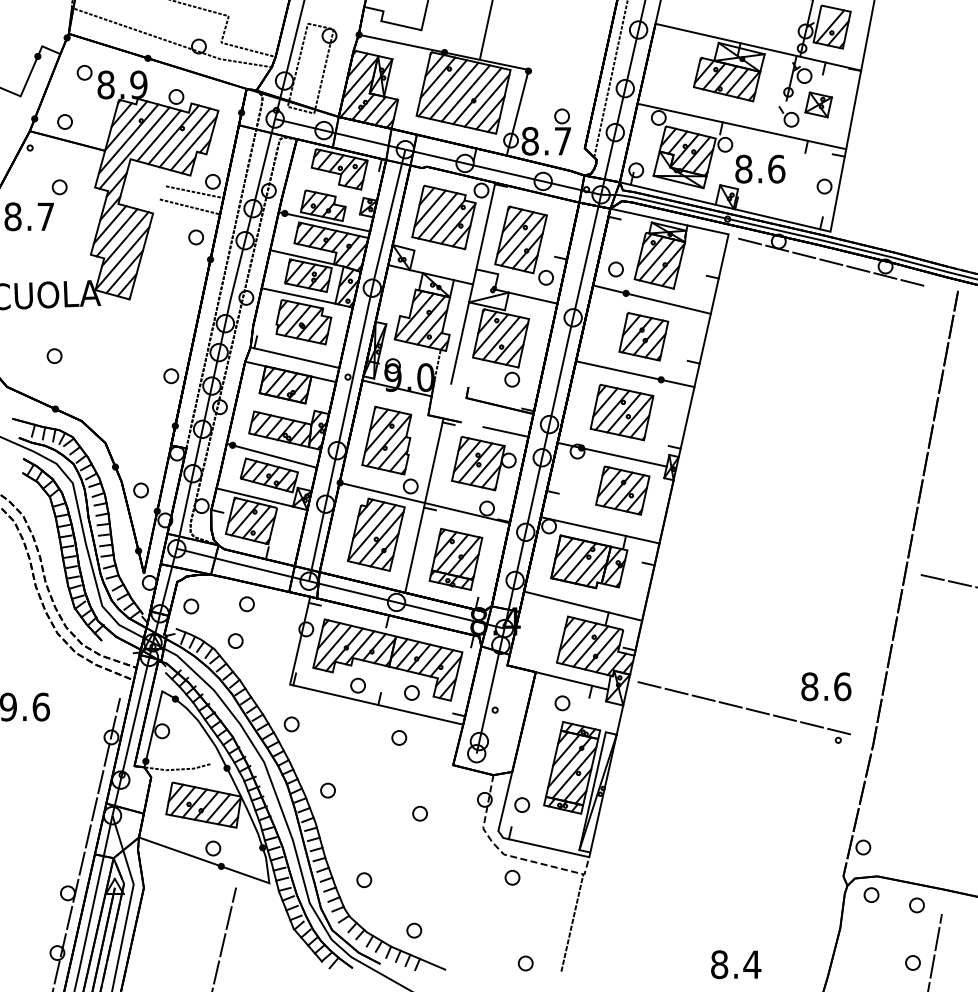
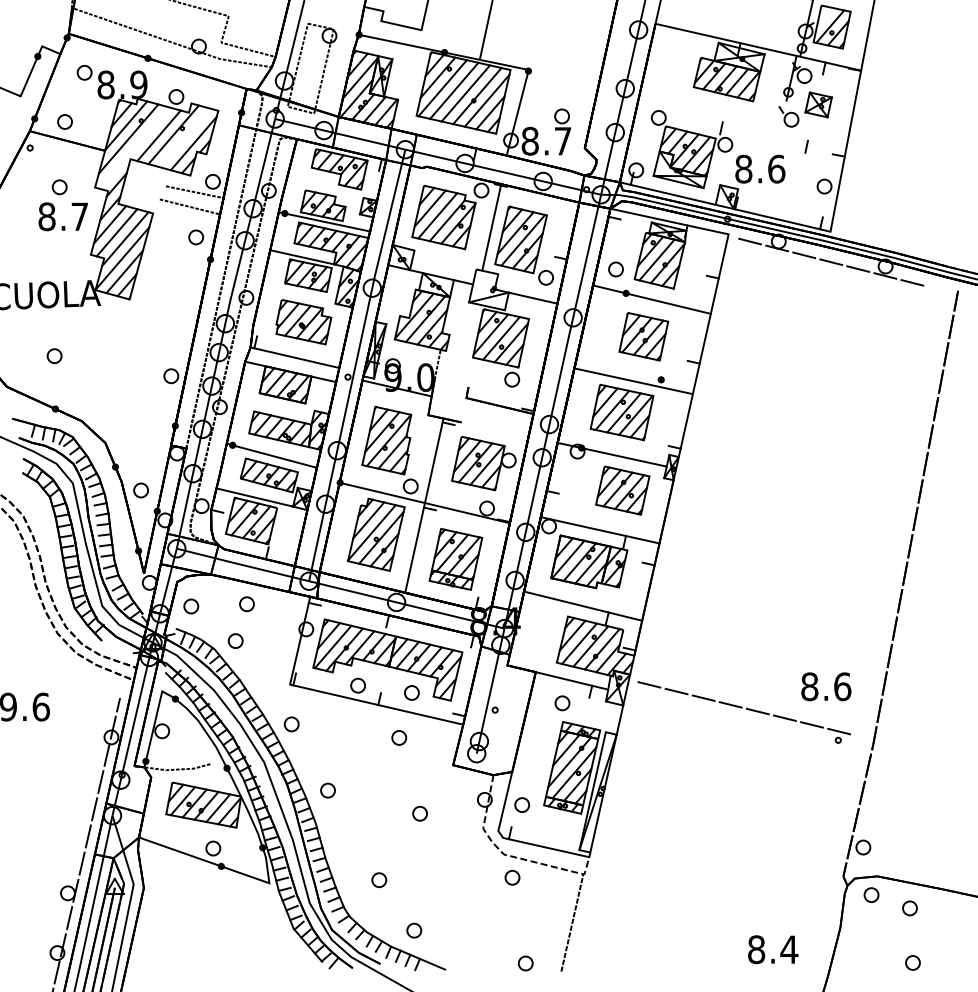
line at (610, 79): present -> none
line at (741, 126): present -> none
line at (184, 137): present -> none
line at (134, 147): present -> none
text at (28, 216) position: (28, 216) -> (62, 216)
line at (485, 225) position: (485, 225) -> (491, 226)
line at (298, 295): present -> none
line at (460, 342): present -> none
line at (635, 374) position: (635, 374) -> (633, 381)
line at (505, 431): present -> none
line at (947, 580): present -> none
part at (364, 880) position: (364, 880) -> (379, 880)
part at (916, 905) position: (916, 905) -> (909, 908)
line at (224, 937): present -> none
line at (934, 951): present -> none
text at (736, 964) position: (736, 964) -> (773, 949)
